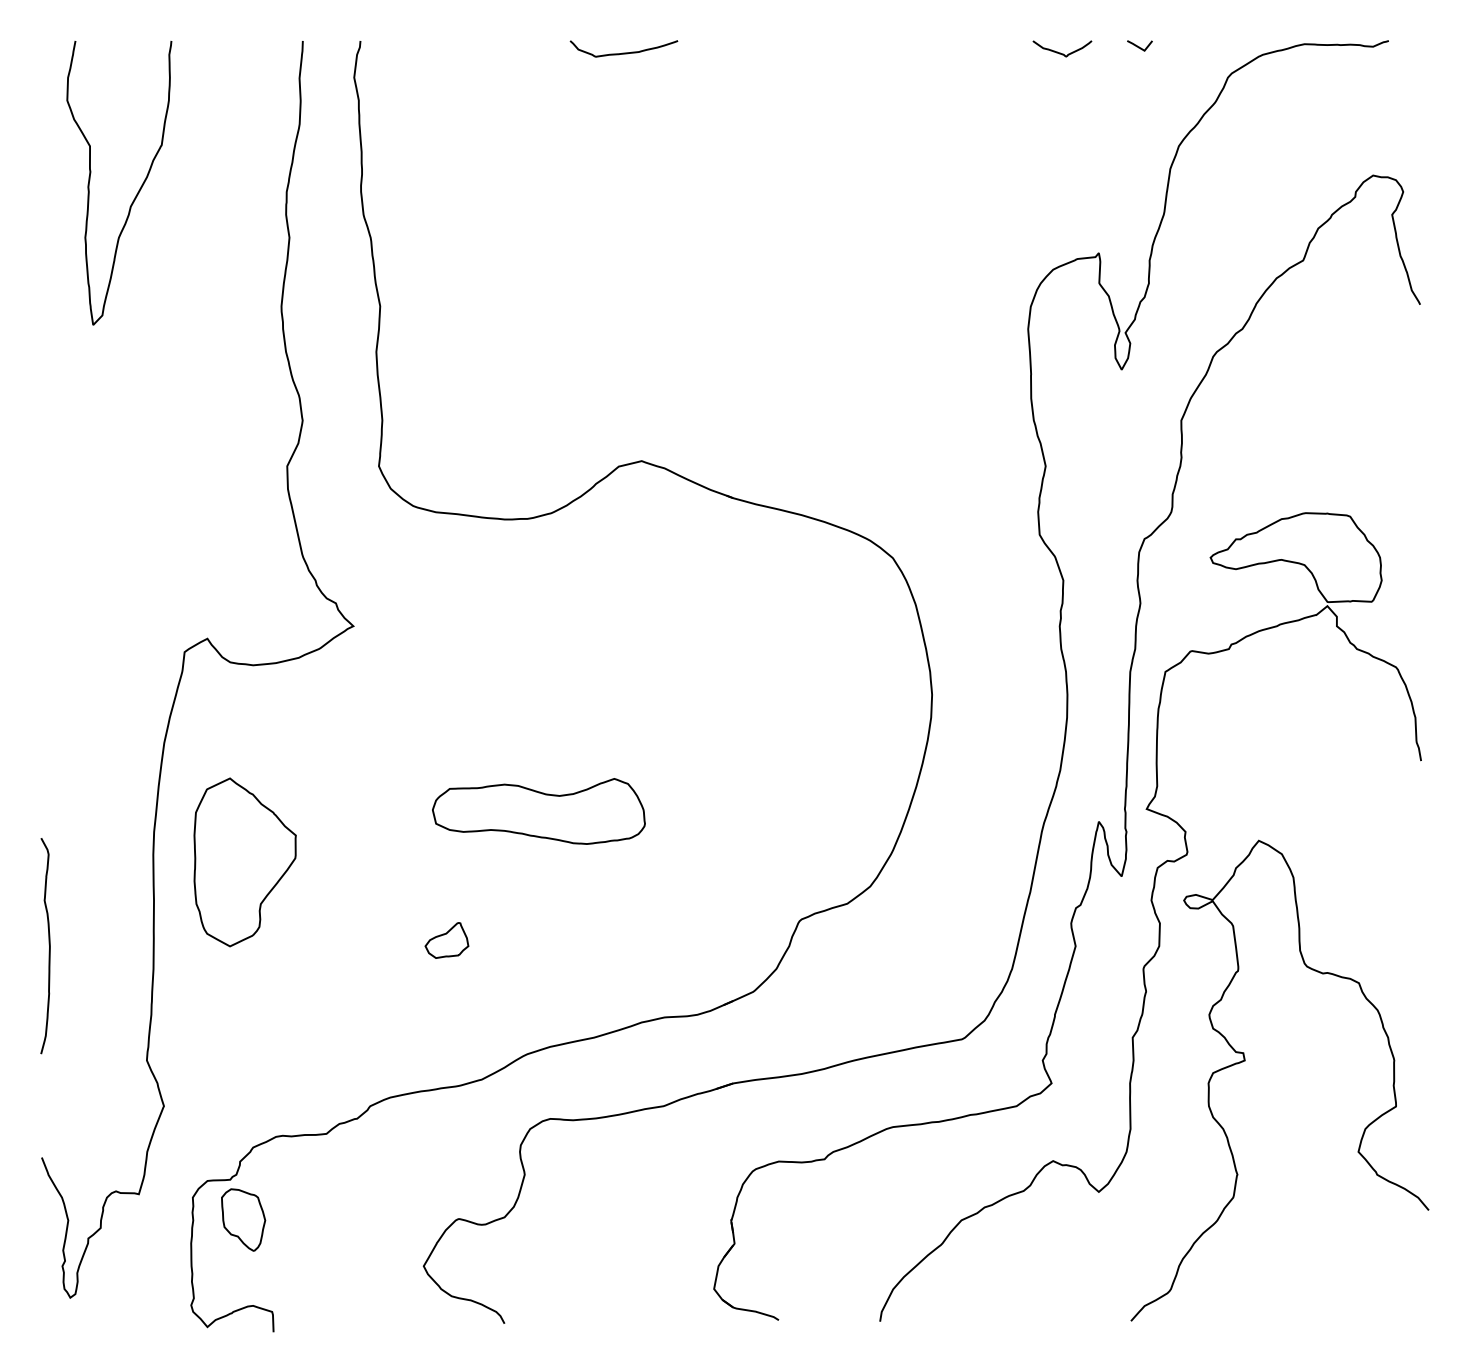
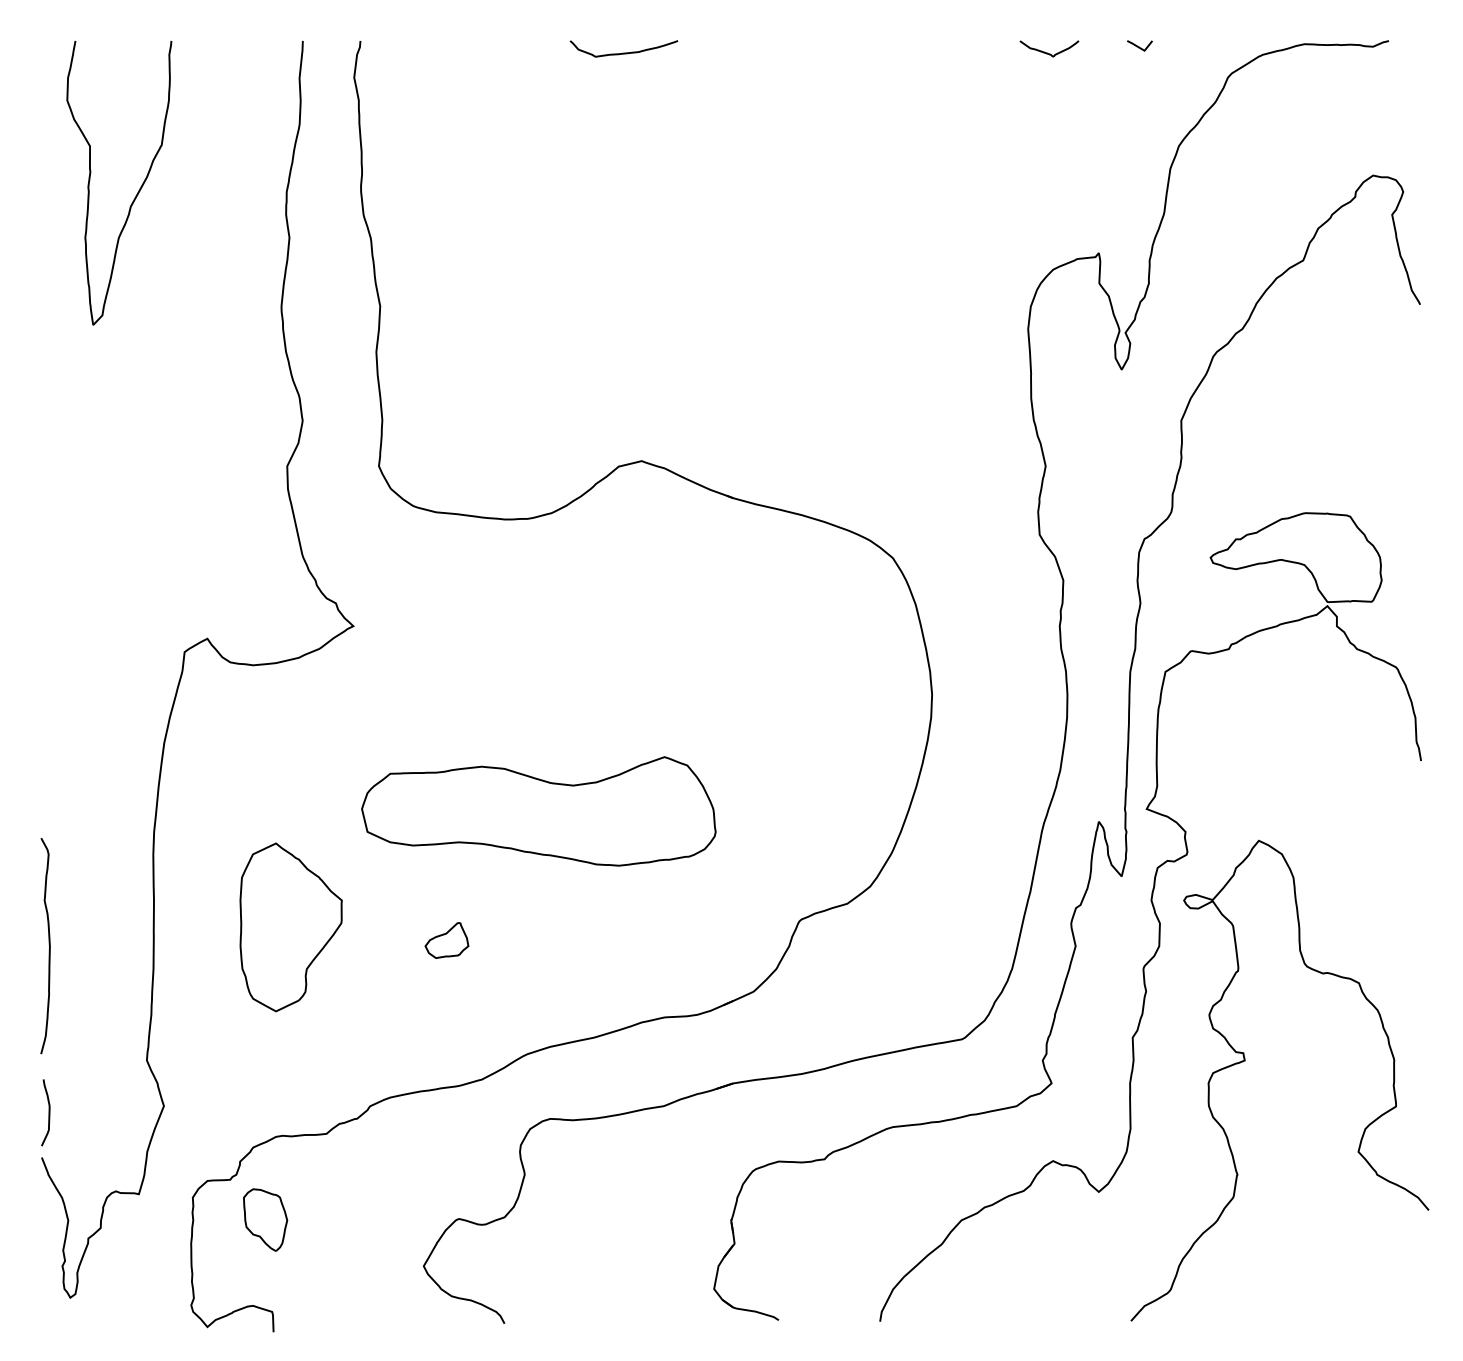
curve at (1060, 52) position: (1060, 52) -> (1047, 52)
part at (538, 811) size: 214x67 px -> 356x111 px
part at (244, 862) position: (244, 862) -> (290, 927)
curve at (48, 1112): none -> present
part at (243, 1219) position: (243, 1219) -> (265, 1219)
